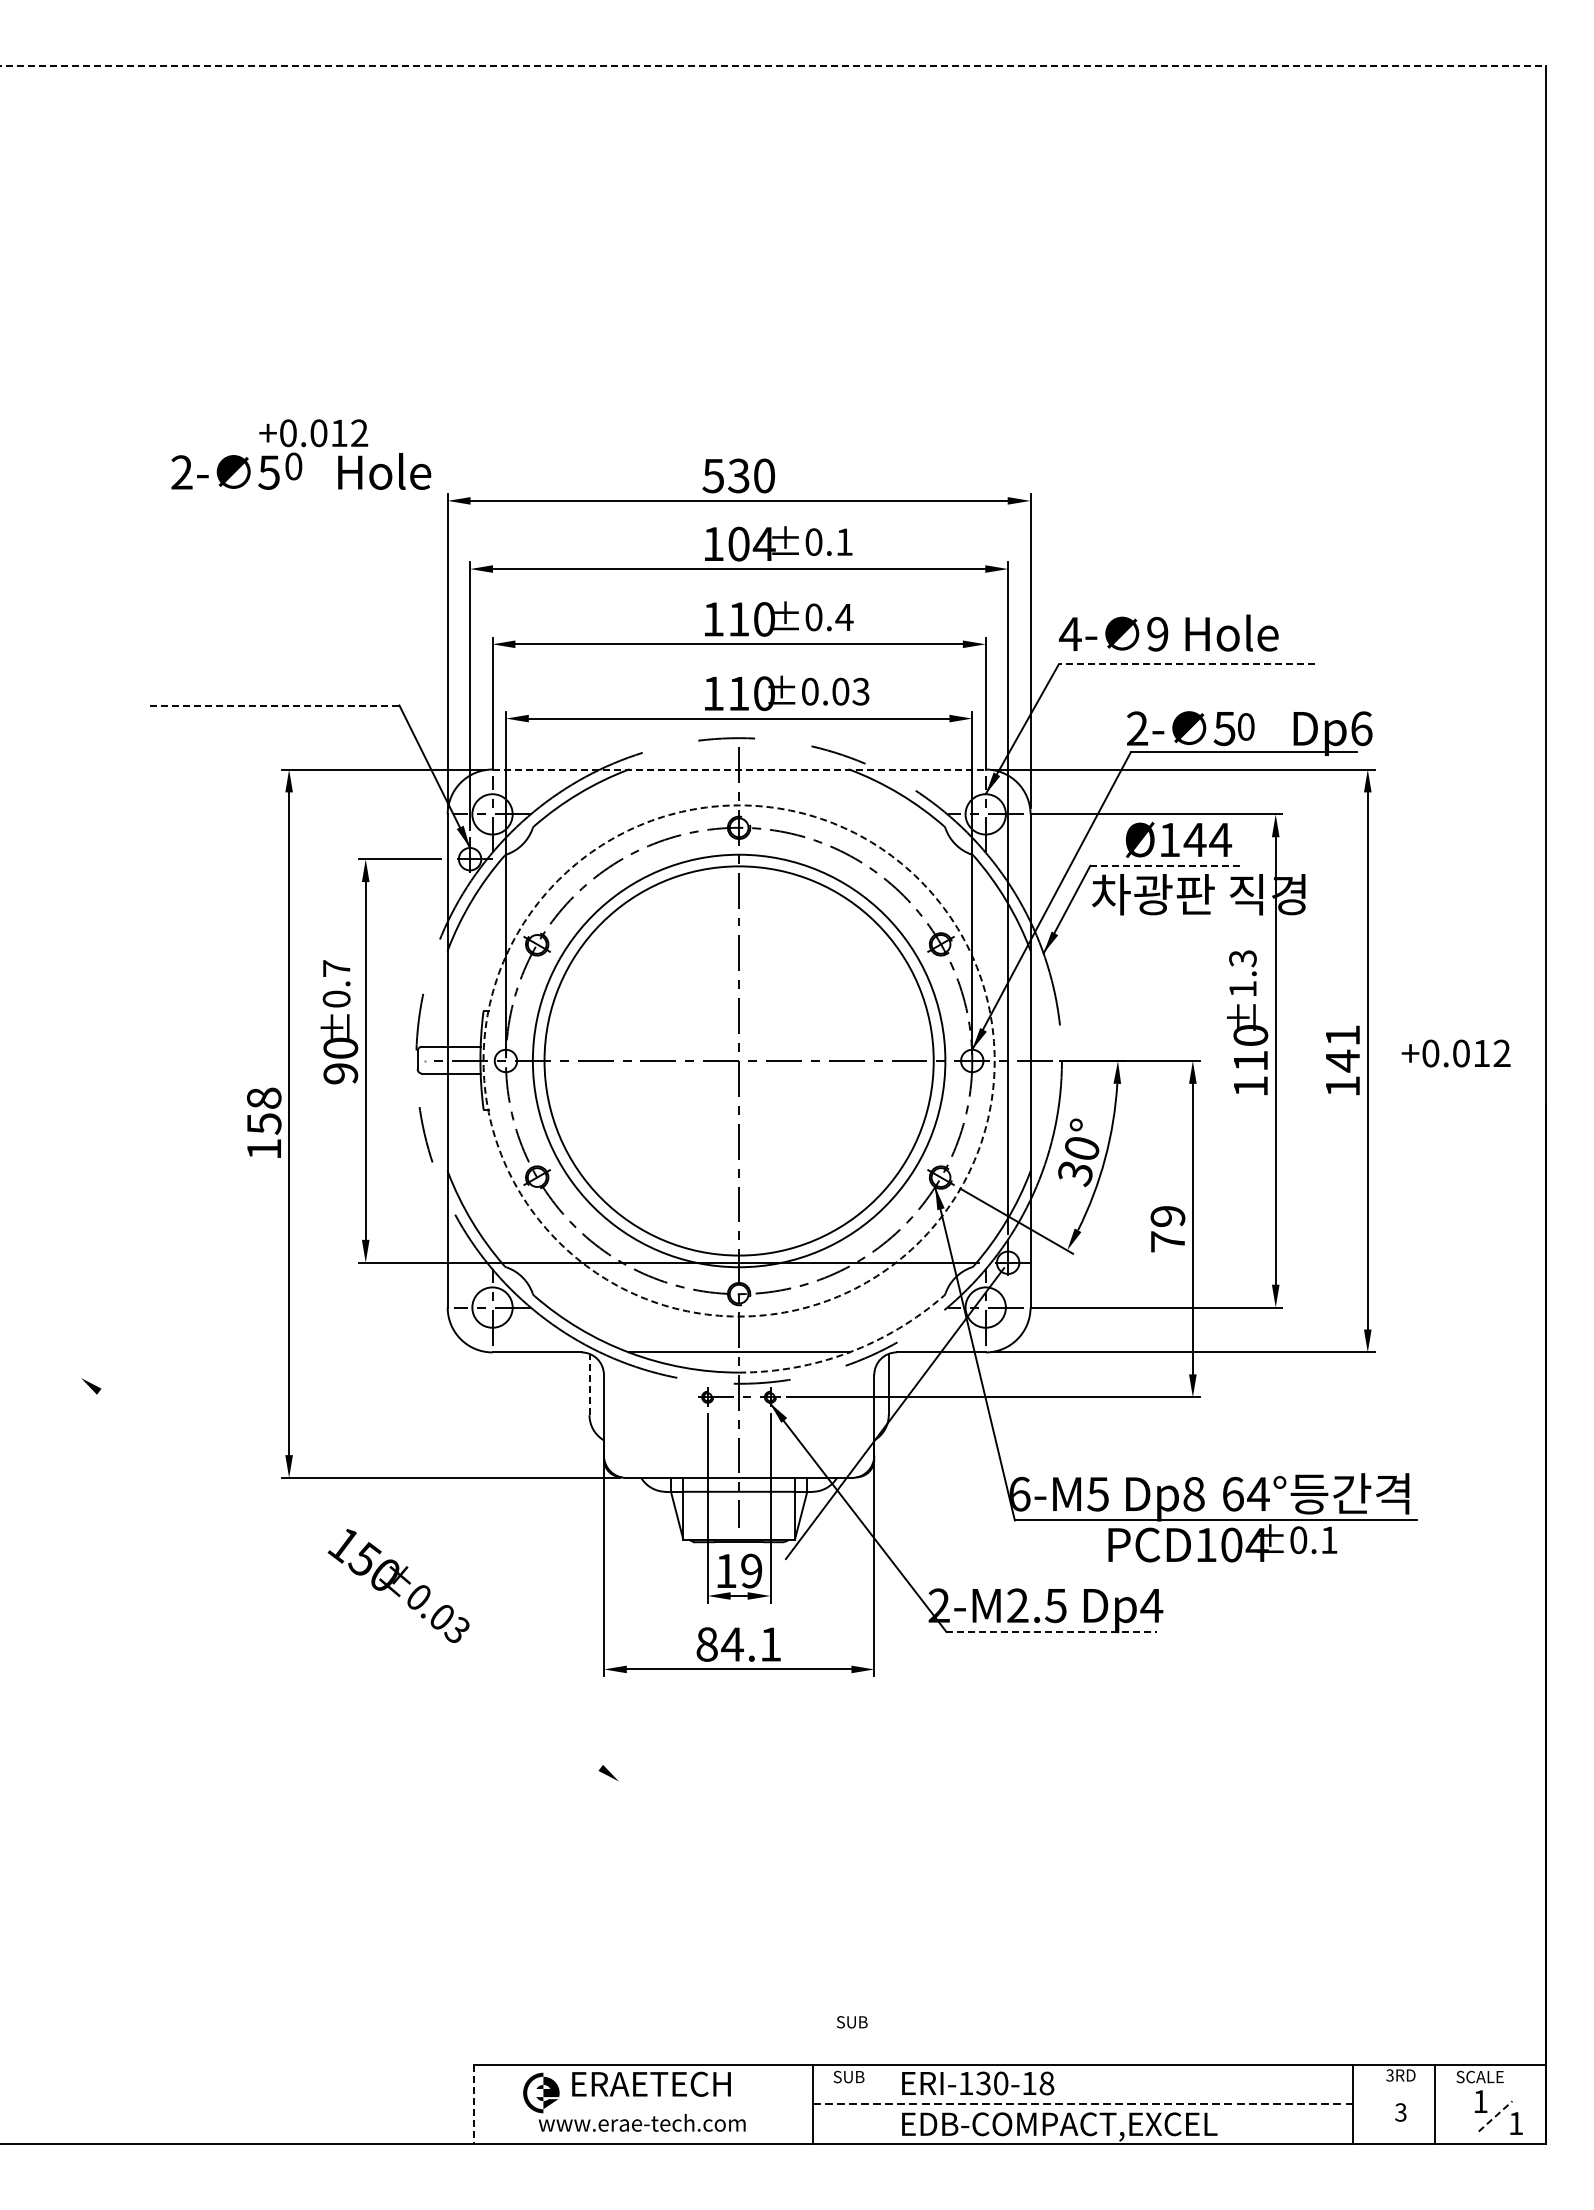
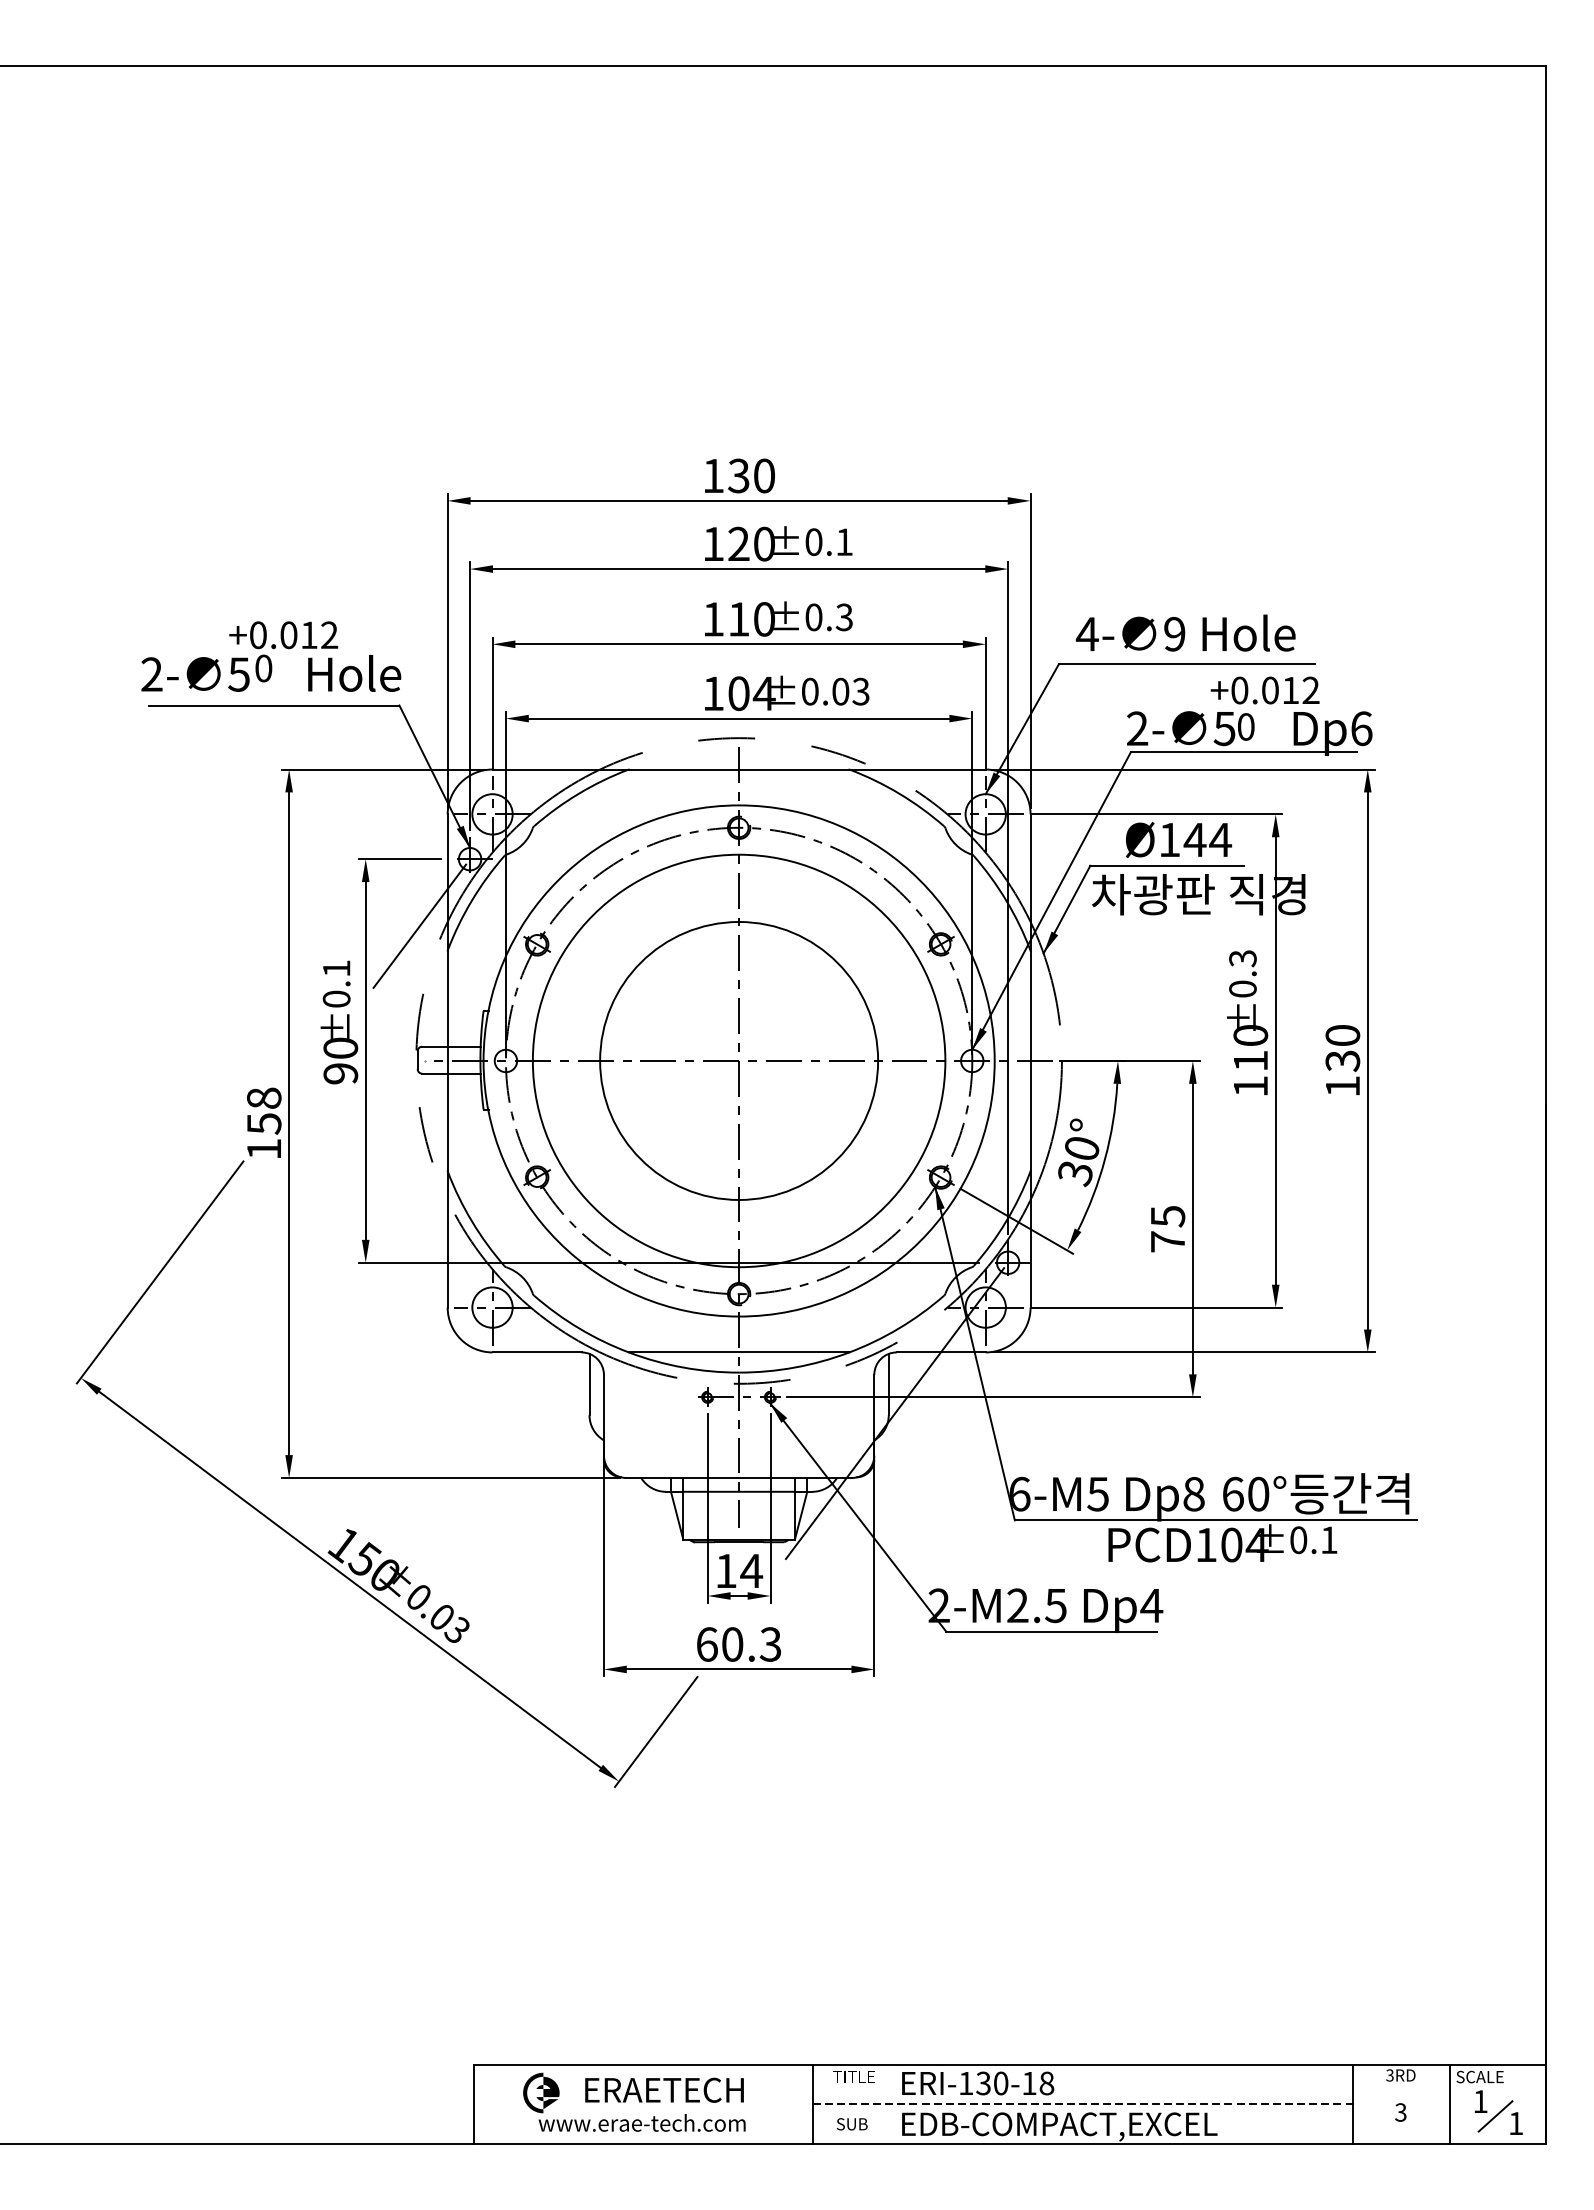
line at (773, 66): dashed -> solid
text at (301, 454) position: (301, 454) -> (271, 656)
text at (712, 476): 530 -> 130
text at (751, 543): 104 -> 120
text at (844, 617): ±0.4 -> ±0.3
text at (1168, 632) position: (1168, 632) -> (1185, 632)
line at (1186, 664): dashed -> solid
text at (751, 693): 110 -> 104
line at (273, 705): dashed -> solid
line at (739, 769): dashed -> solid
line at (1167, 865): dashed -> solid
line at (419, 925): none -> present
text at (336, 968): ±0.7 -> ±0.1
text at (1242, 988): ±1.3 -> ±0.3
text at (1342, 1048): 141 -> 130
text at (1455, 1053) position: (1455, 1053) -> (1264, 690)
circle at (738, 1060) diameter: 389 px -> 278 px
circle at (738, 1060): dashed -> solid
text at (1167, 1216): 79 -> 75
line at (159, 1272): none -> present
arc at (848, 1352): dashed -> solid
line at (589, 1384): dashed -> solid
text at (1258, 1493): 64° -> 60°
text at (751, 1570): 19 -> 14
line at (349, 1579): none -> present
line at (1052, 1631): dashed -> solid
text at (738, 1644): 84.1 -> 60.3
line at (656, 1731): none -> present
text at (852, 2022) position: (852, 2022) -> (852, 2124)
text at (853, 2076): SUB -> TITLE
text at (651, 2083) position: (651, 2083) -> (664, 2089)
line at (1434, 2103) position: (1434, 2103) -> (1449, 2103)
line at (474, 2104): dashed -> solid
line at (1495, 2116): dashed -> solid
